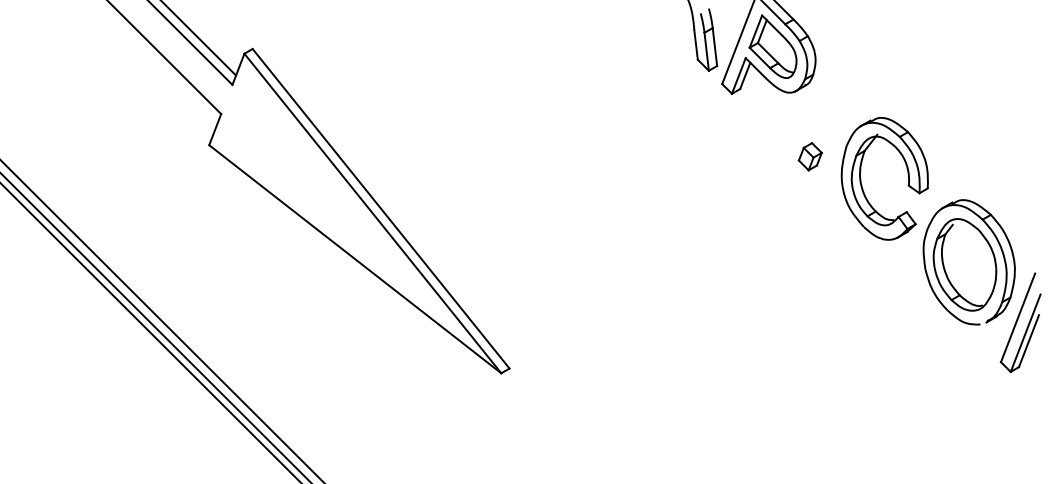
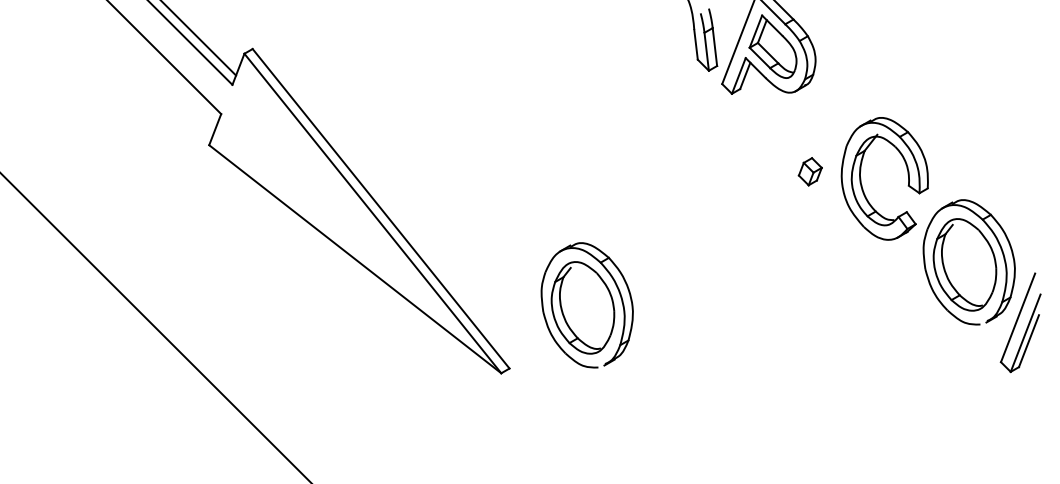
part at (809, 156) position: (809, 156) -> (809, 171)
part at (586, 305): none -> present
line at (162, 320): present -> none
line at (150, 332): present -> none
